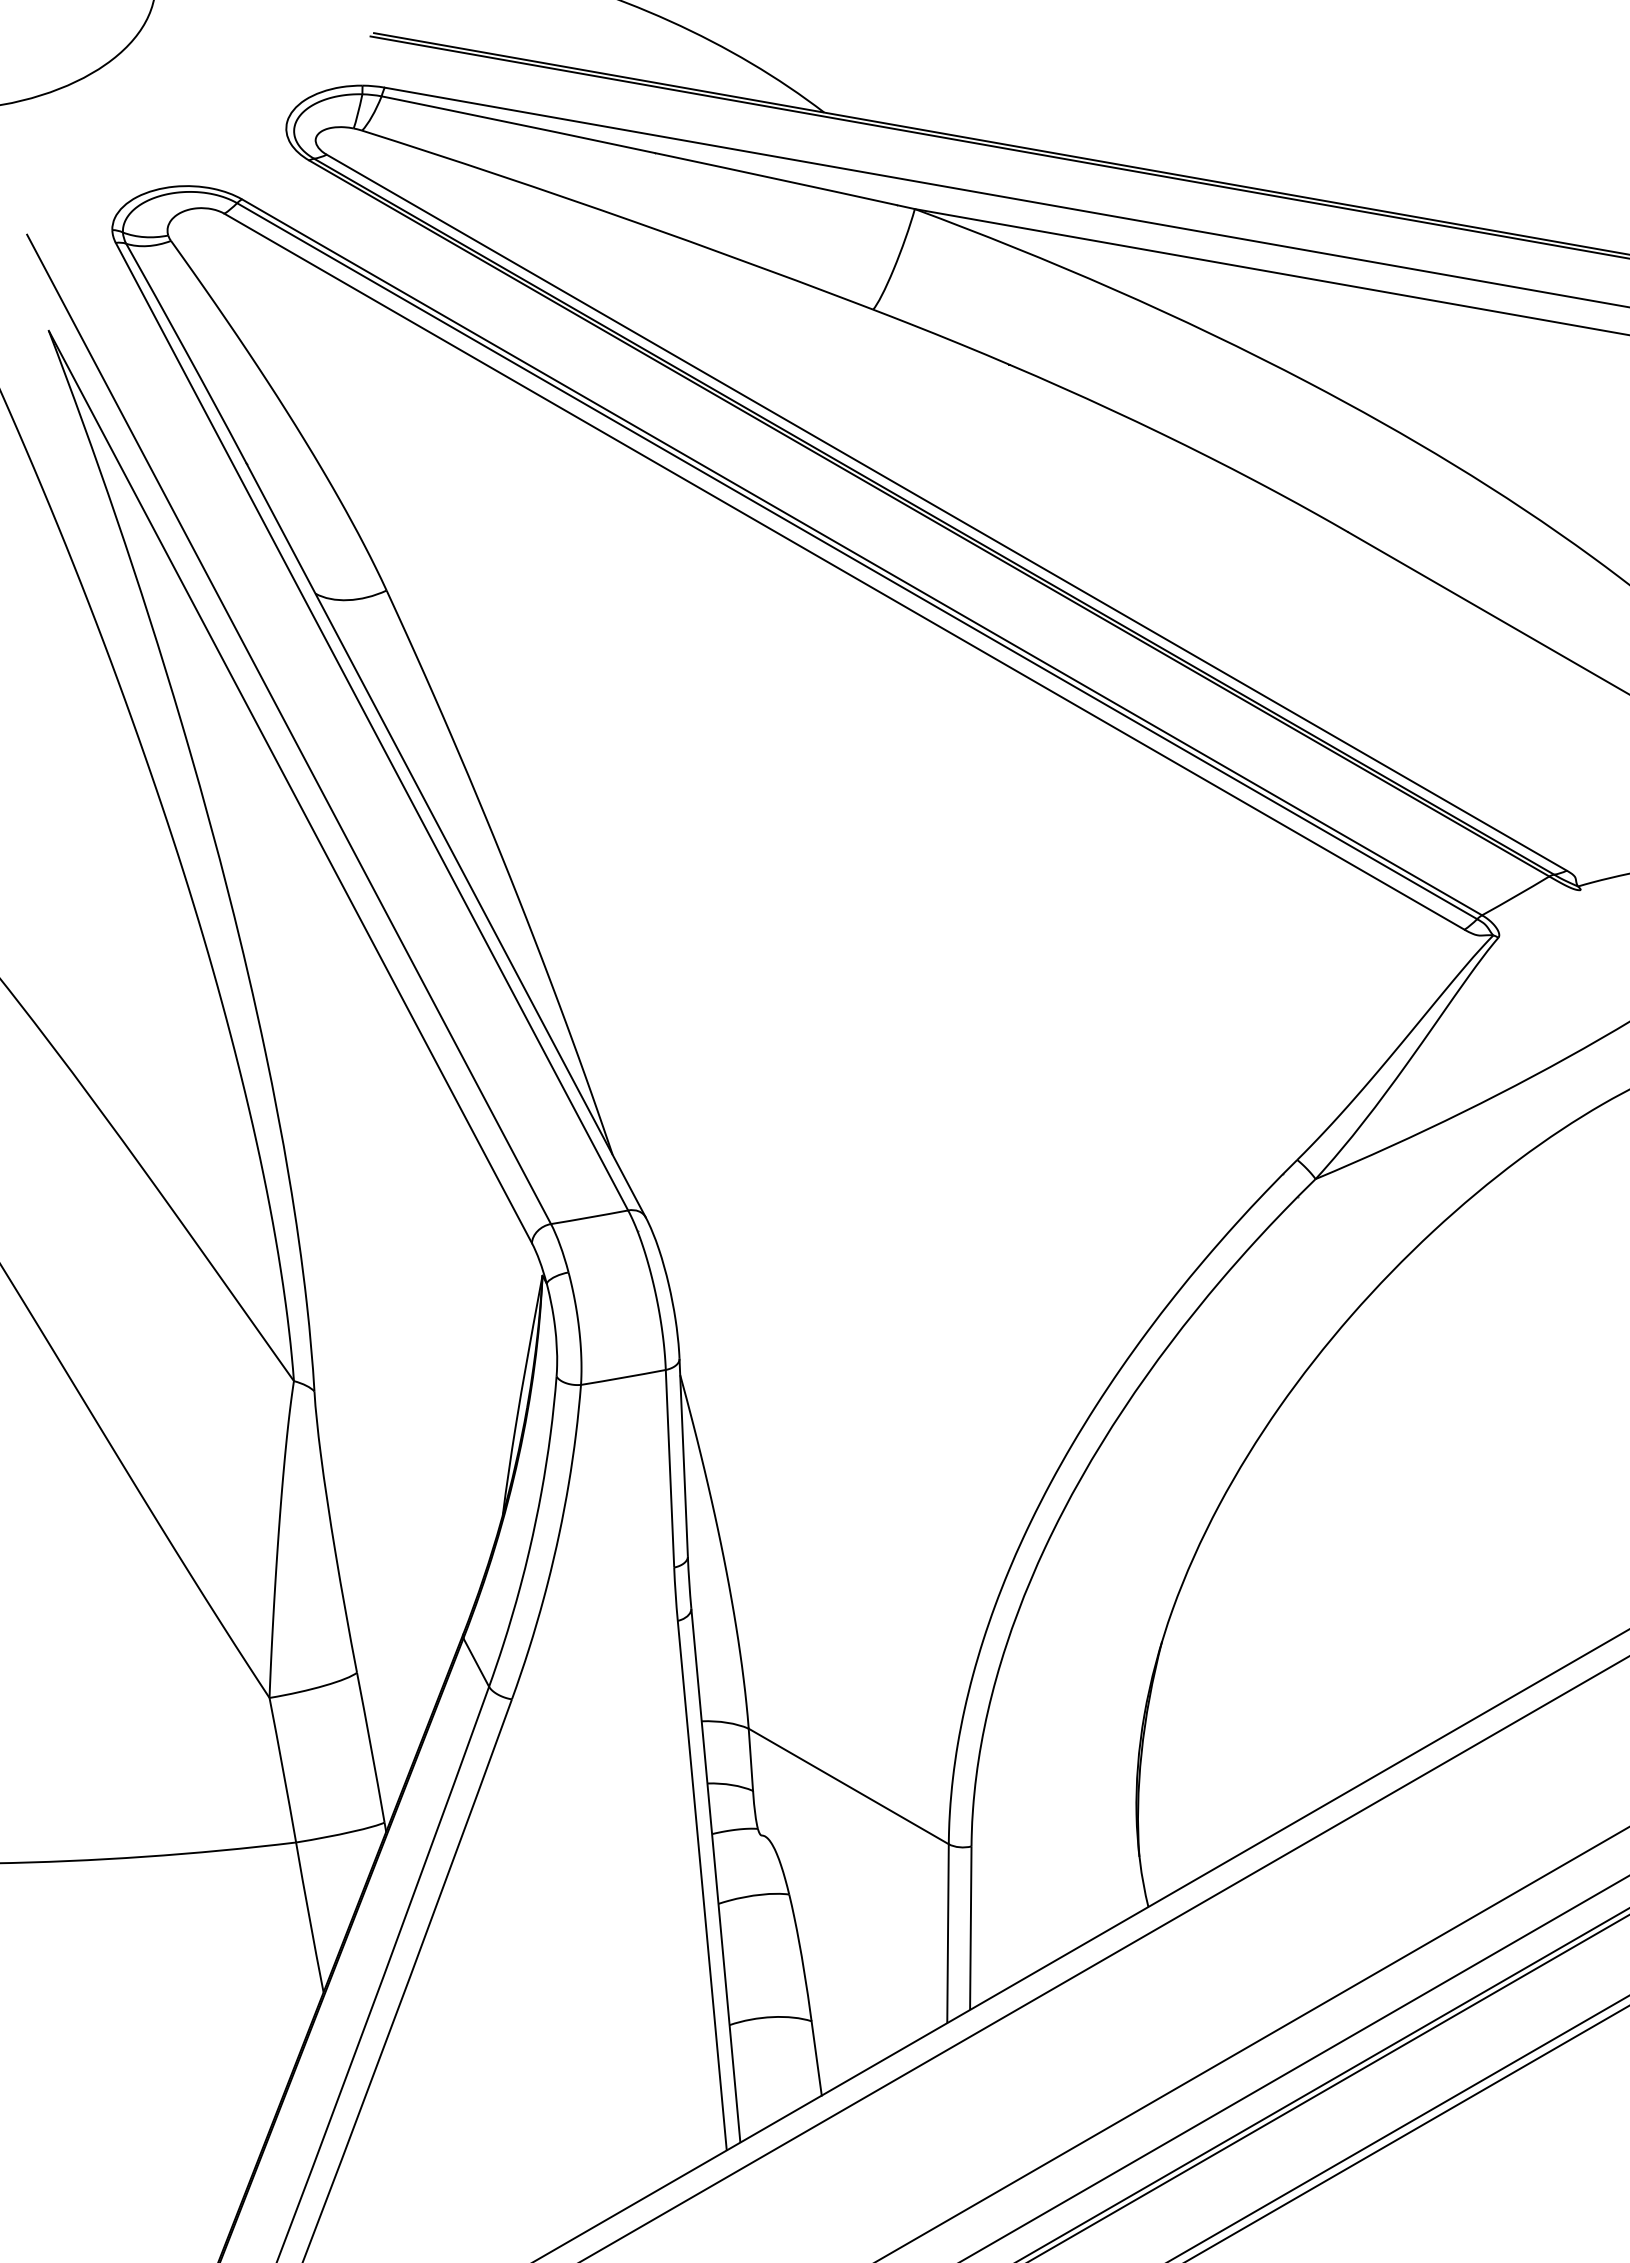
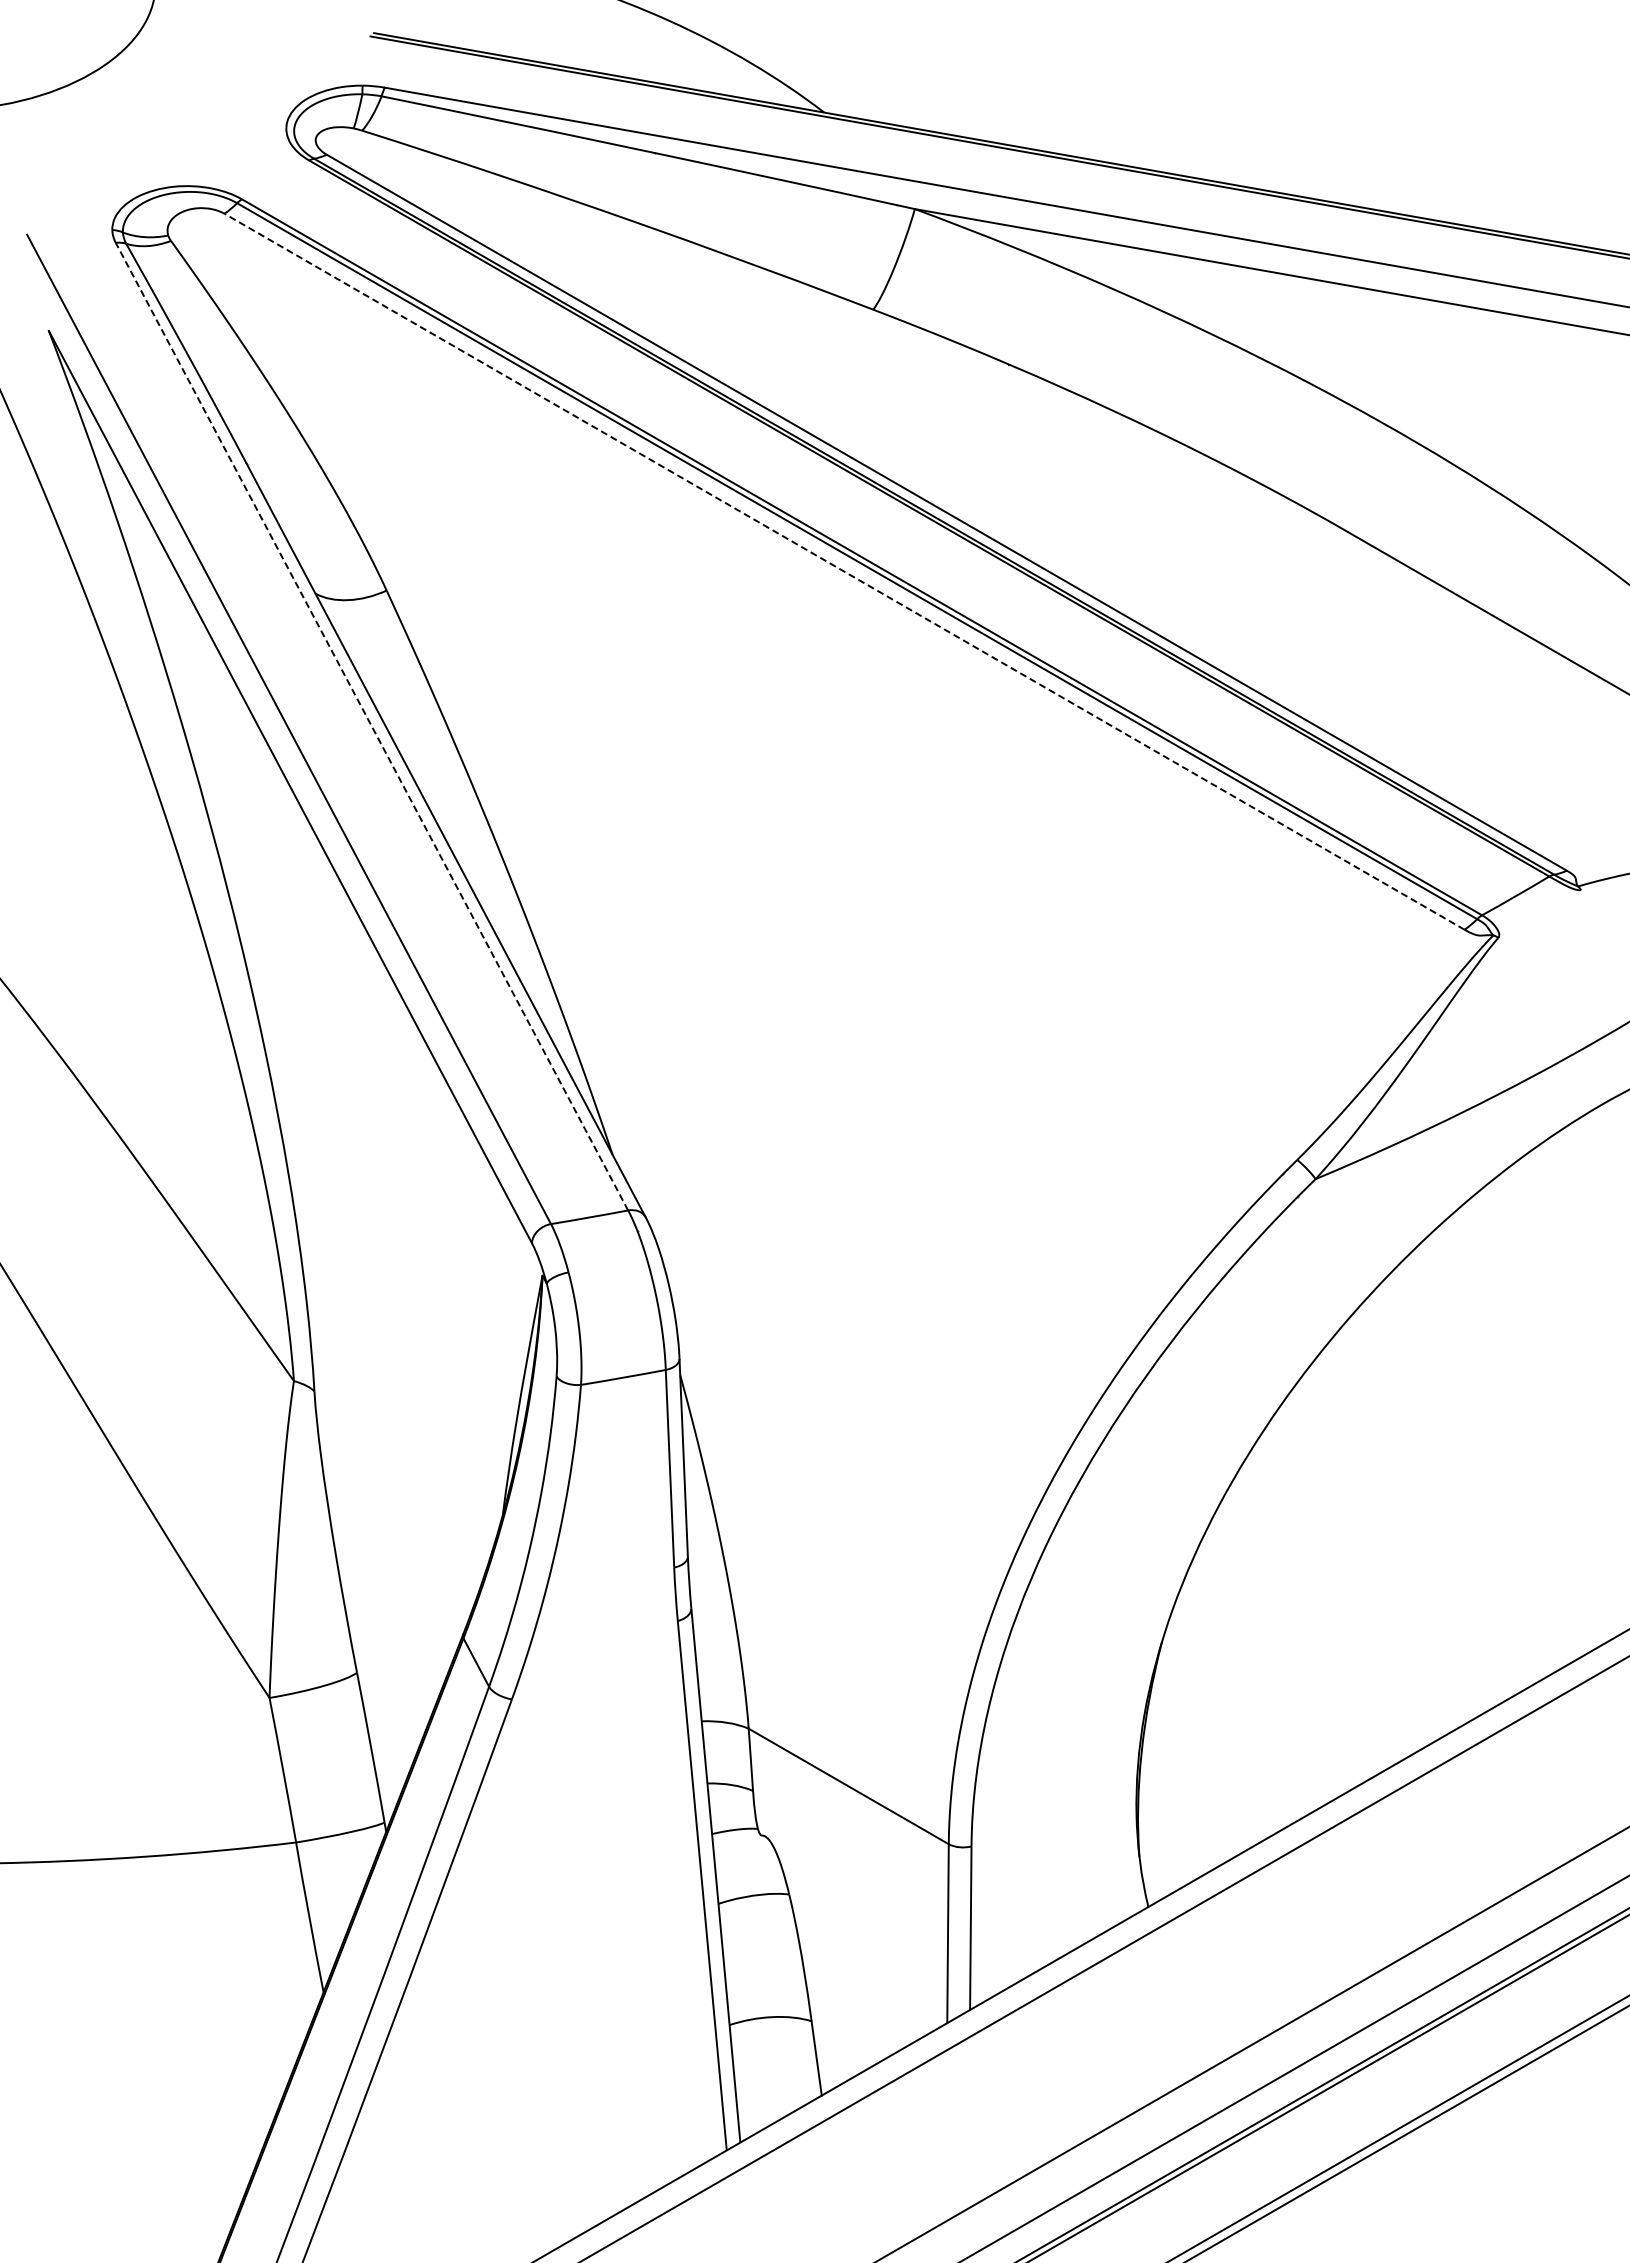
line at (844, 571): solid -> dashed
line at (371, 726): solid -> dashed
